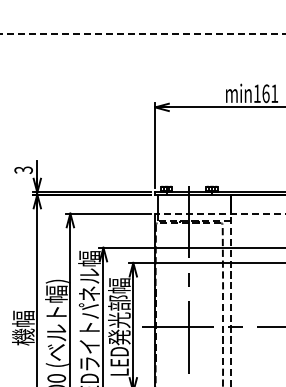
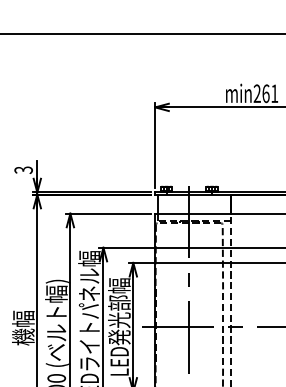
line at (142, 33): dashed -> solid
text at (256, 93): min161 -> min261
line at (220, 213): dashed -> solid
